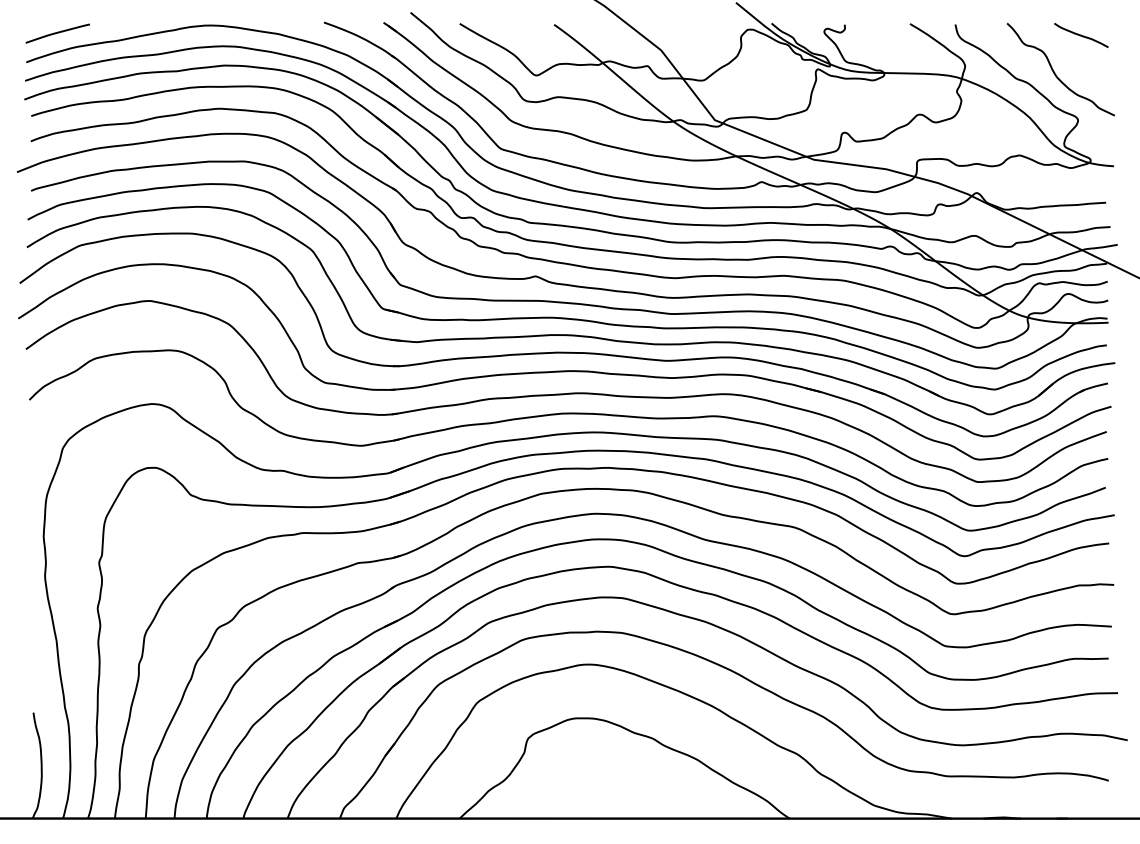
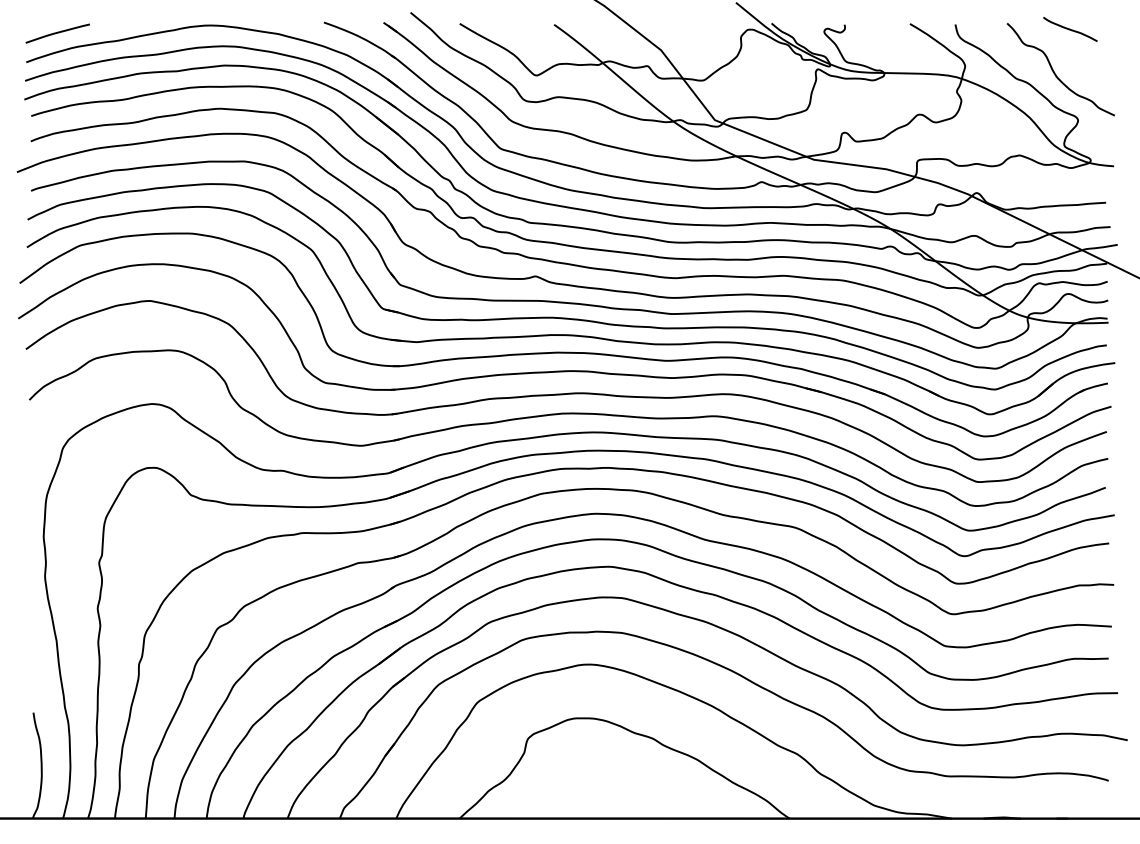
curve at (1081, 35) position: (1081, 35) -> (1070, 29)
